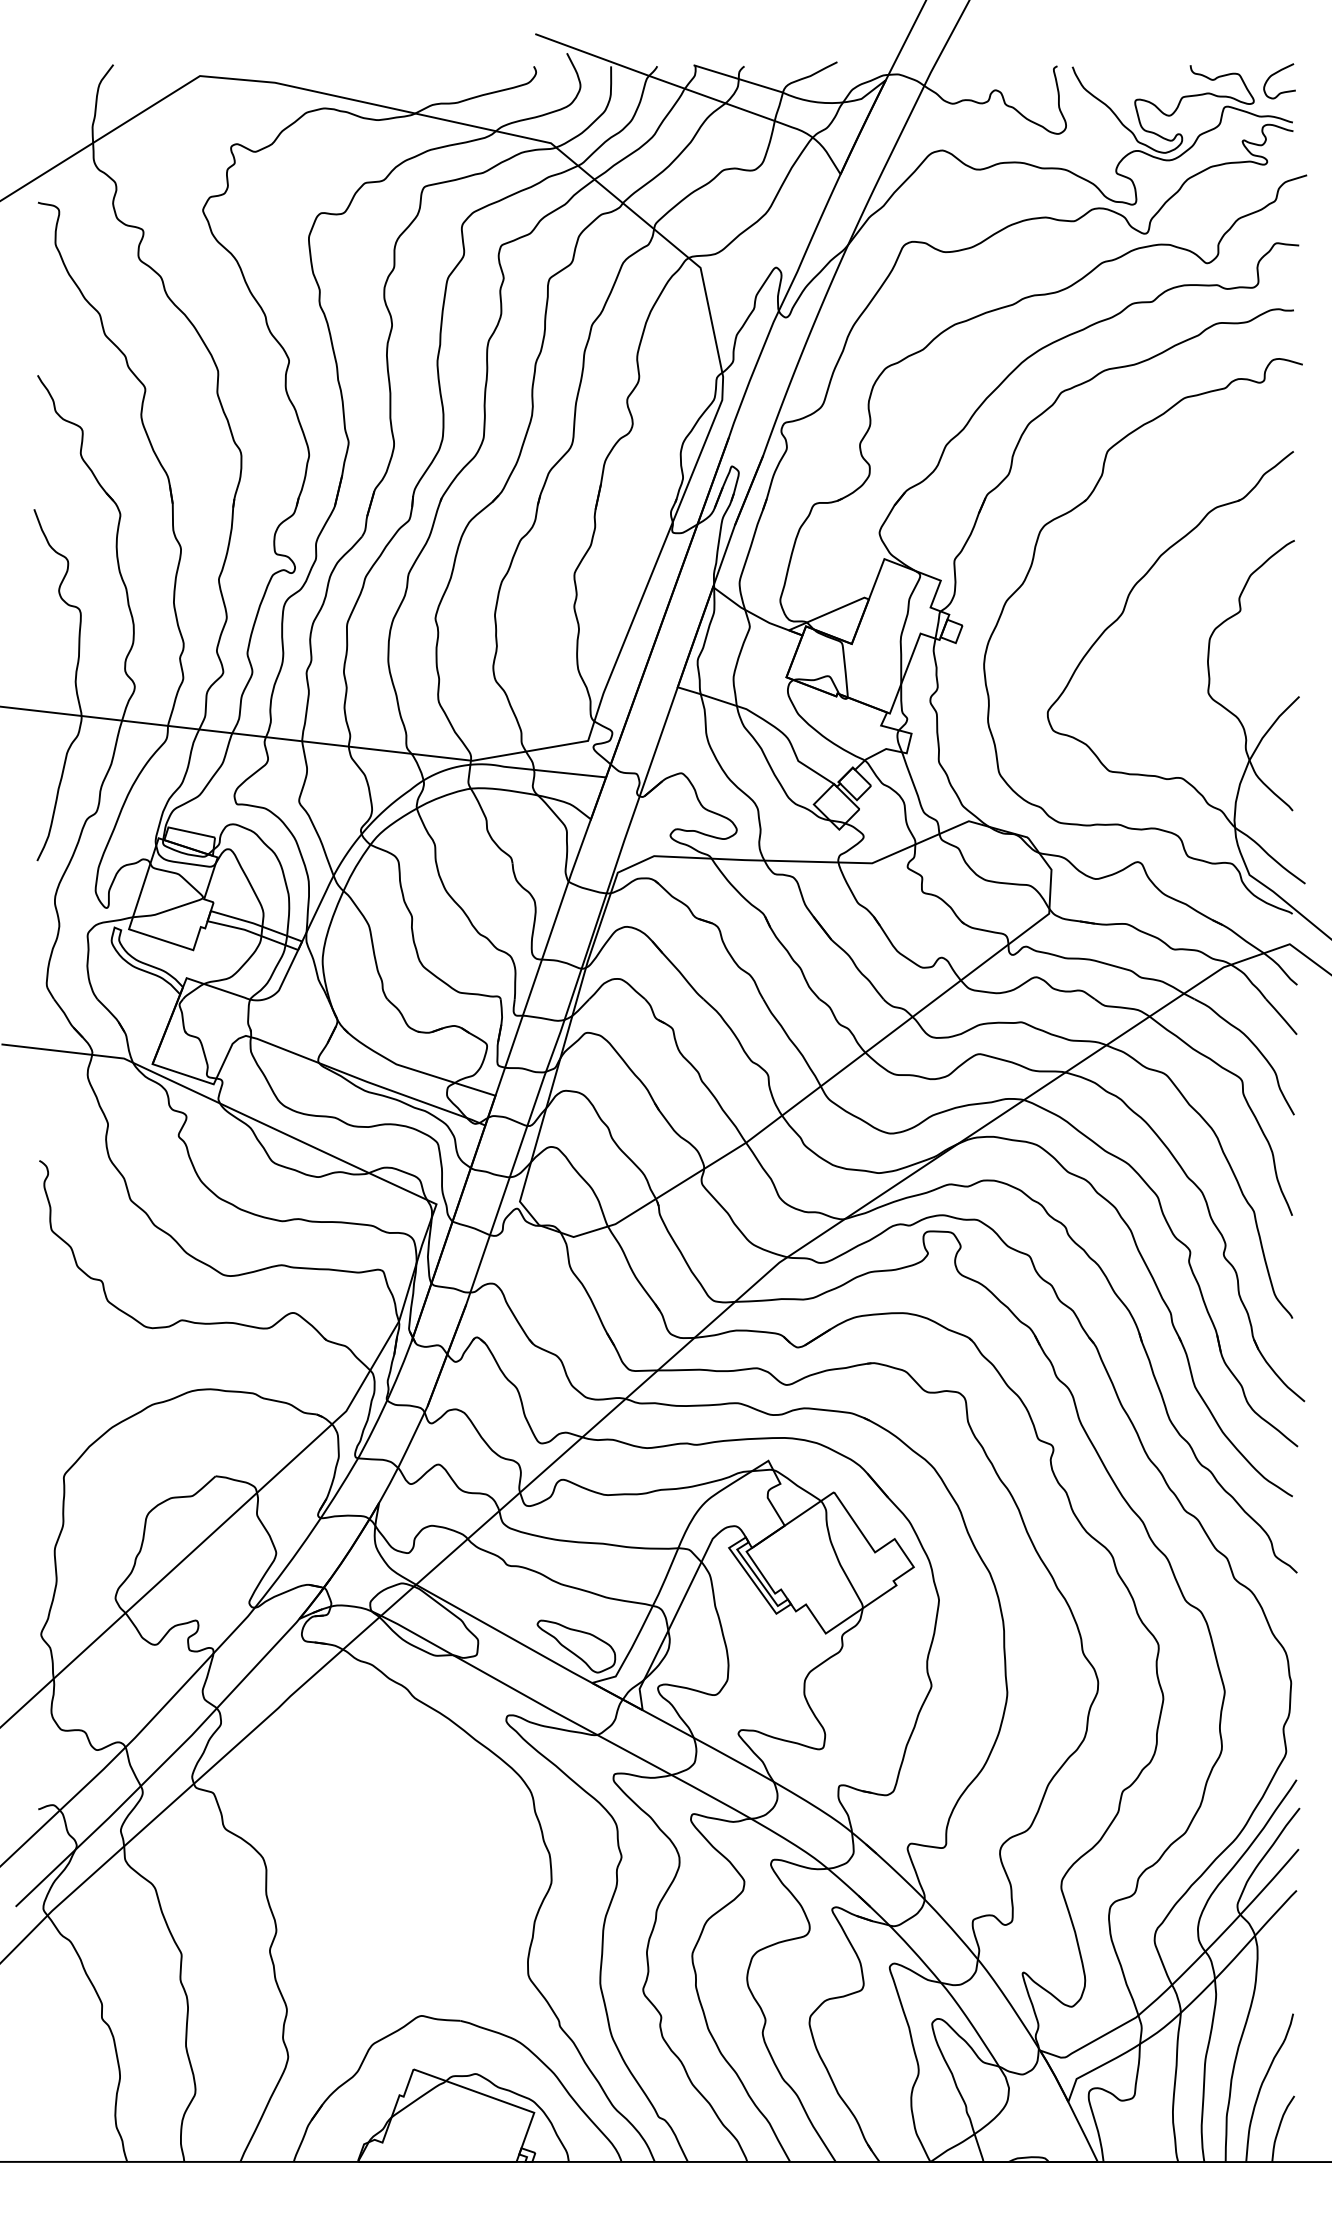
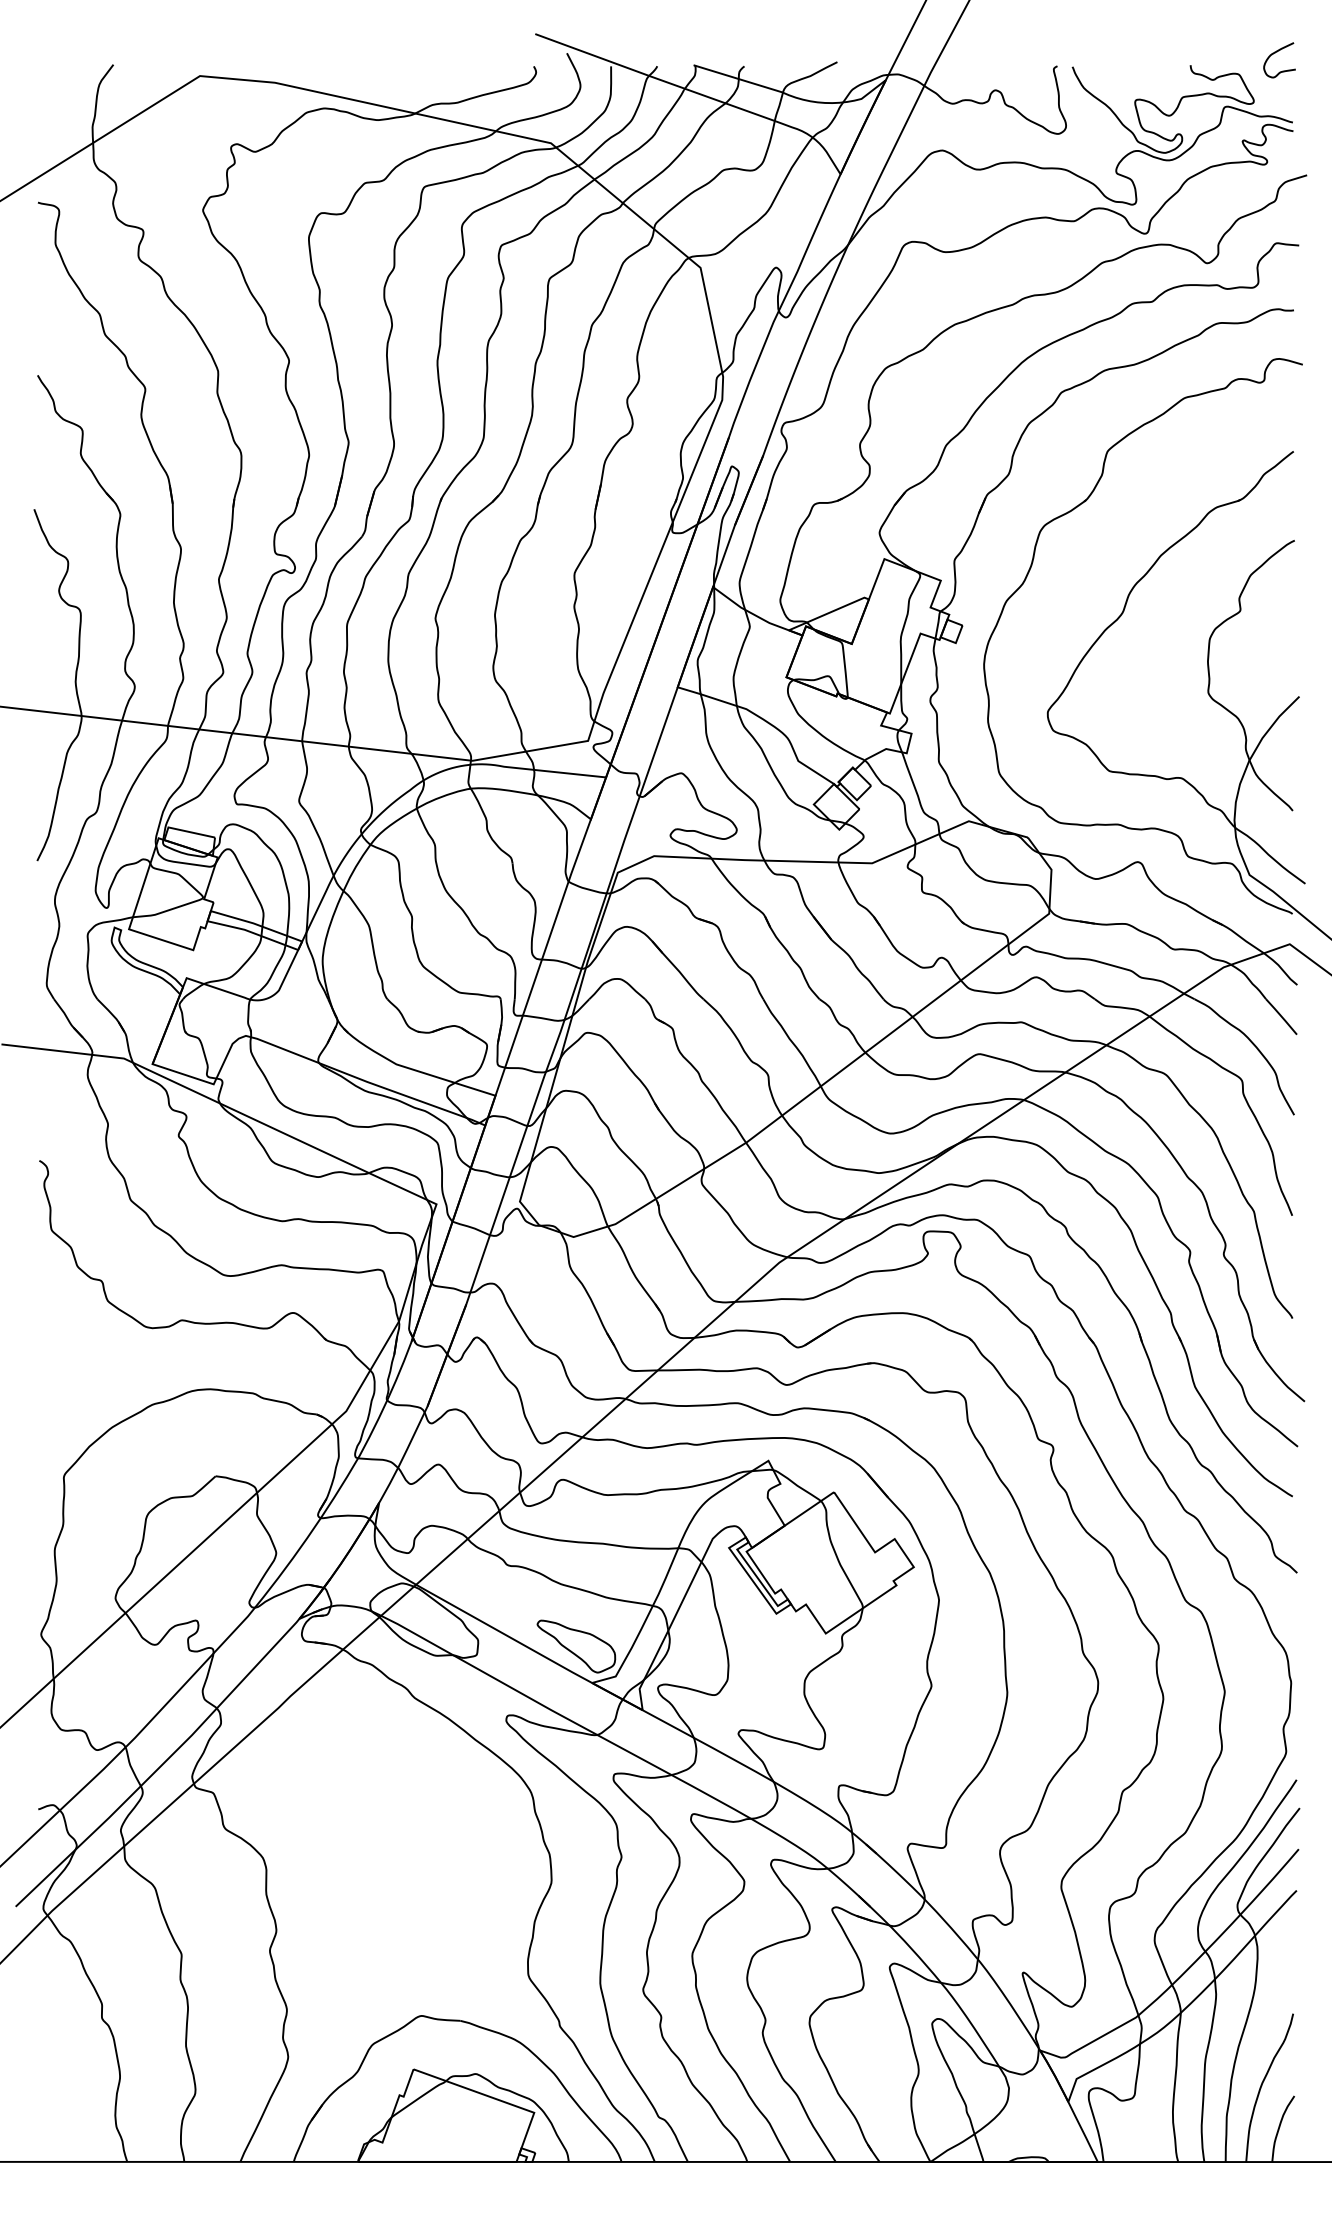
curve at (1275, 74) position: (1275, 74) -> (1275, 53)
